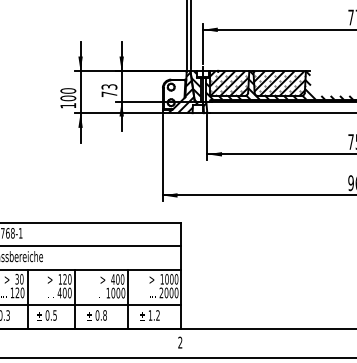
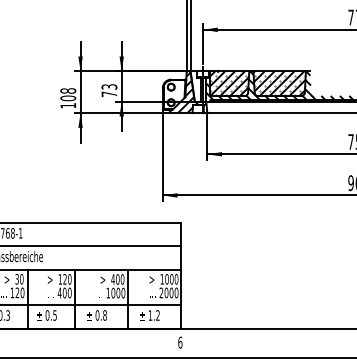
hatch at (195, 86): present -> none
text at (67, 90): 100 -> 108
text at (180, 342): 2 -> 6
